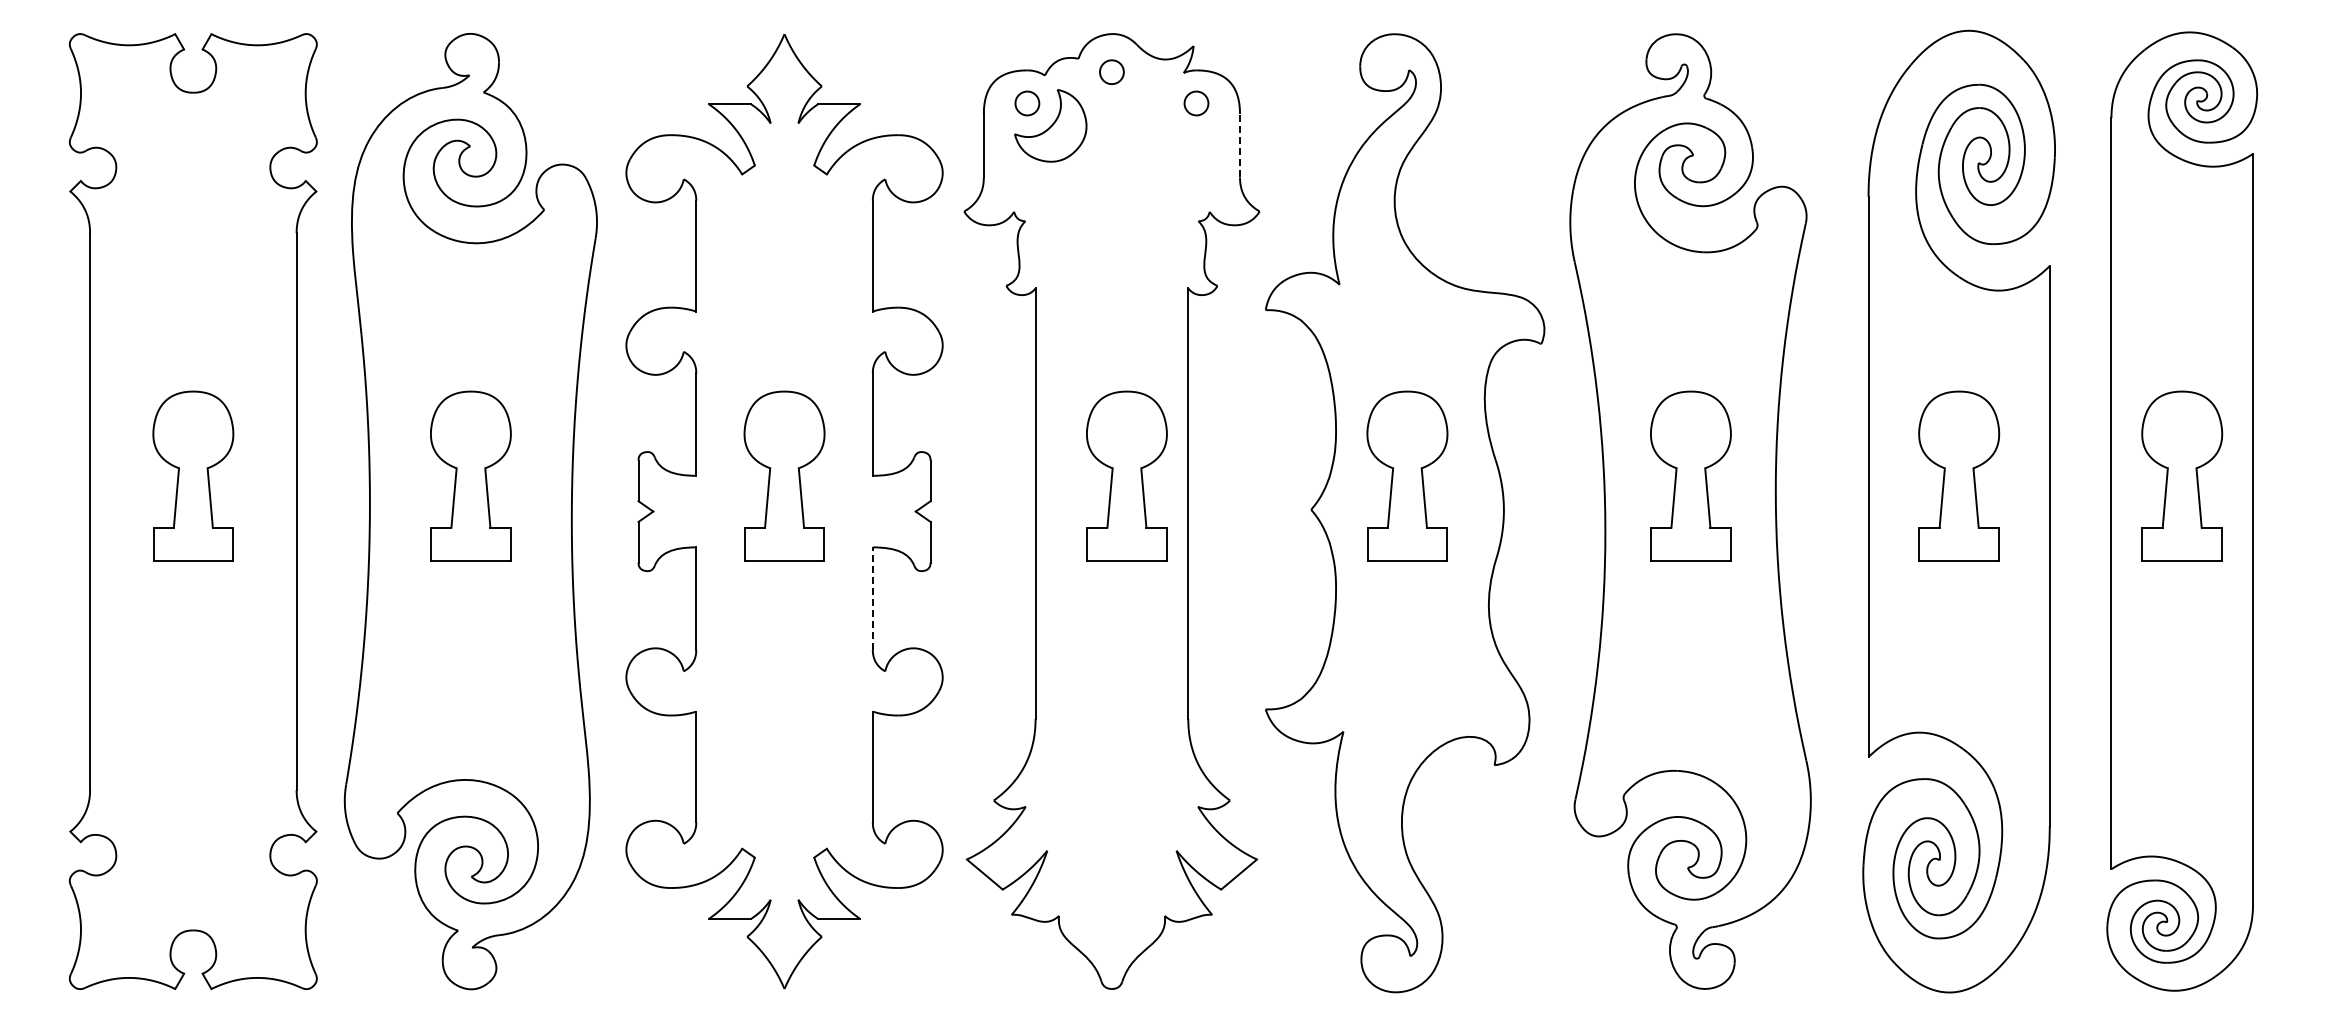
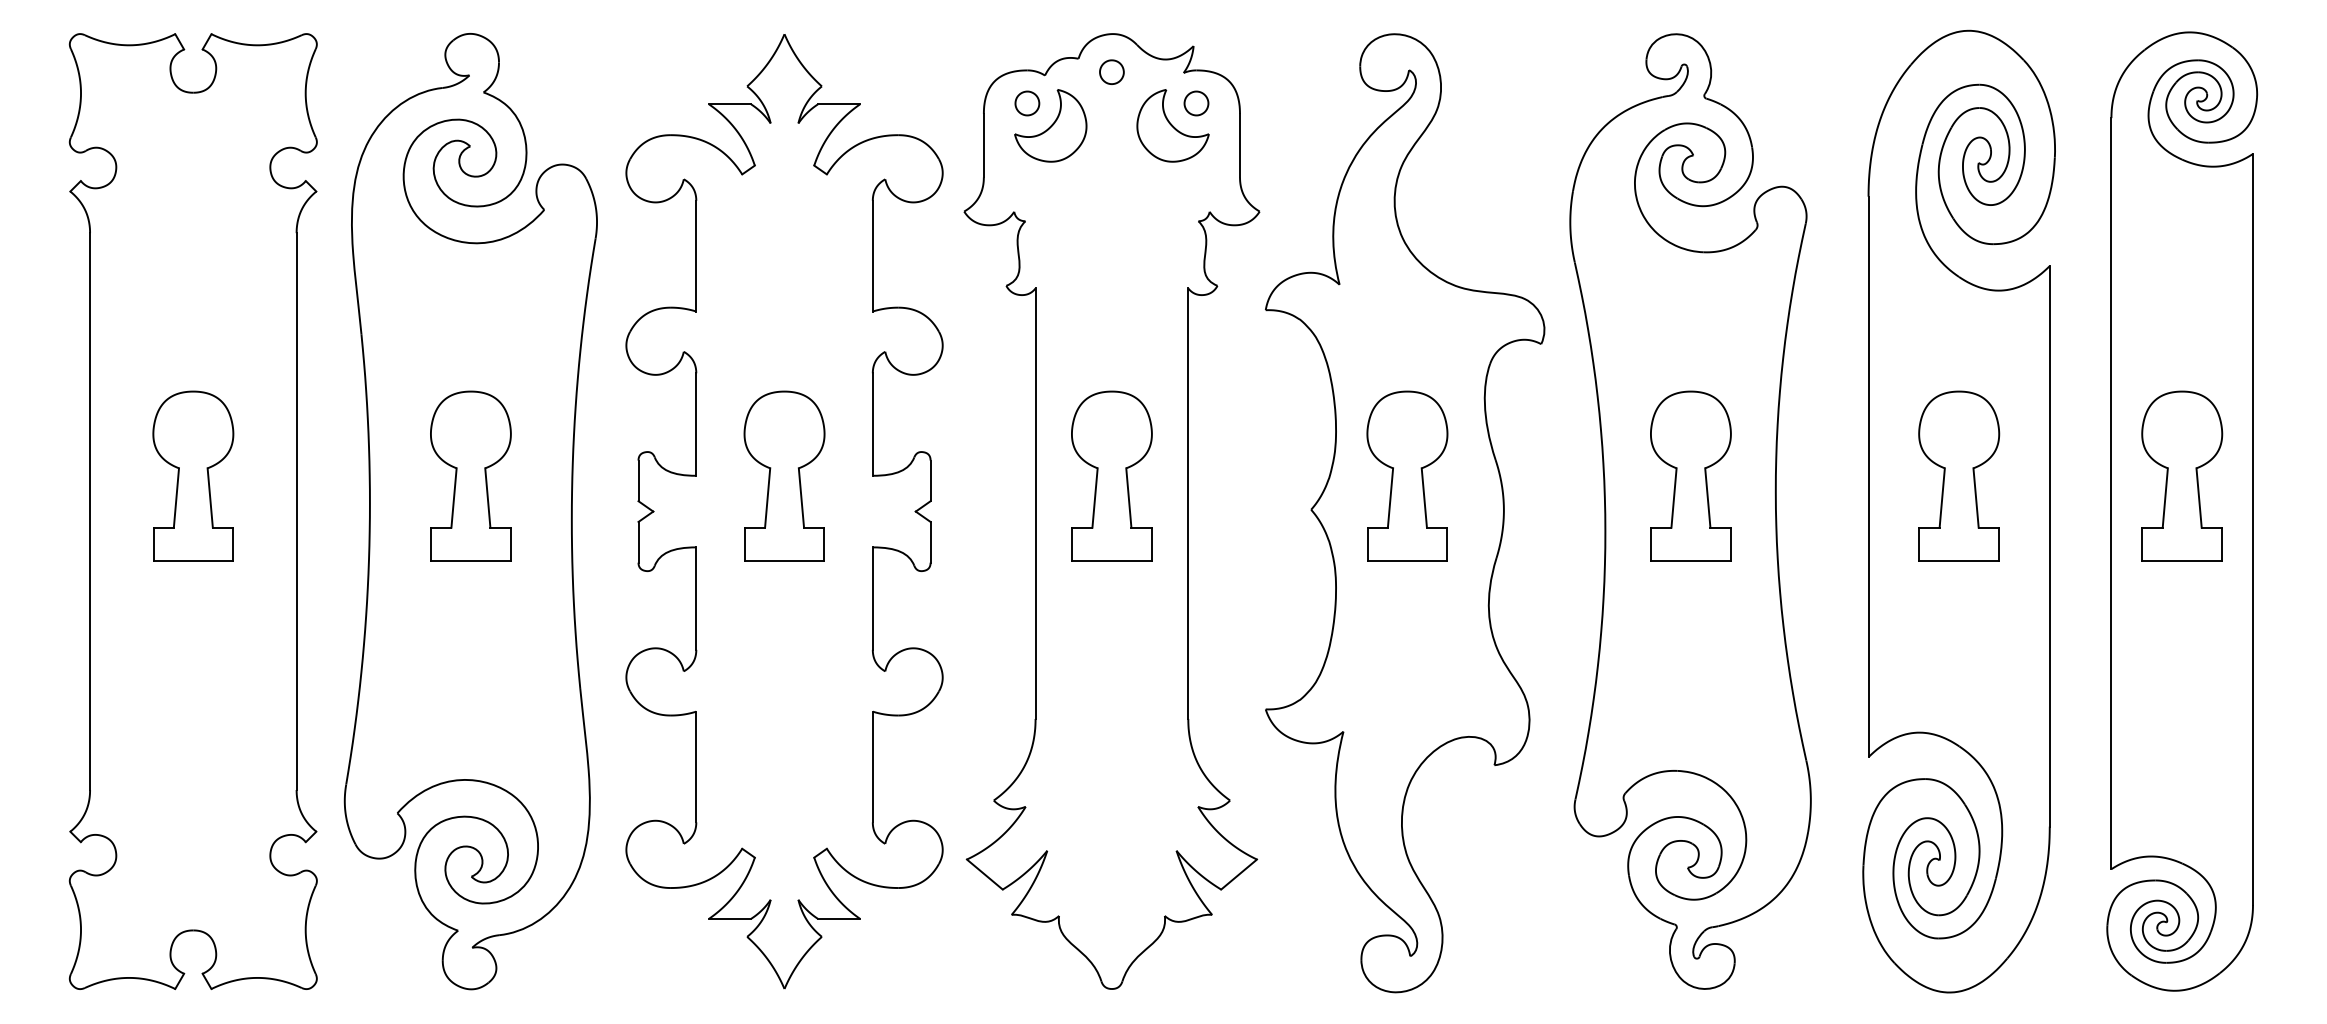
part at (1172, 125): none -> present
line at (1240, 145): dashed -> solid
part at (1126, 475) position: (1126, 475) -> (1111, 475)
line at (872, 598): dashed -> solid
